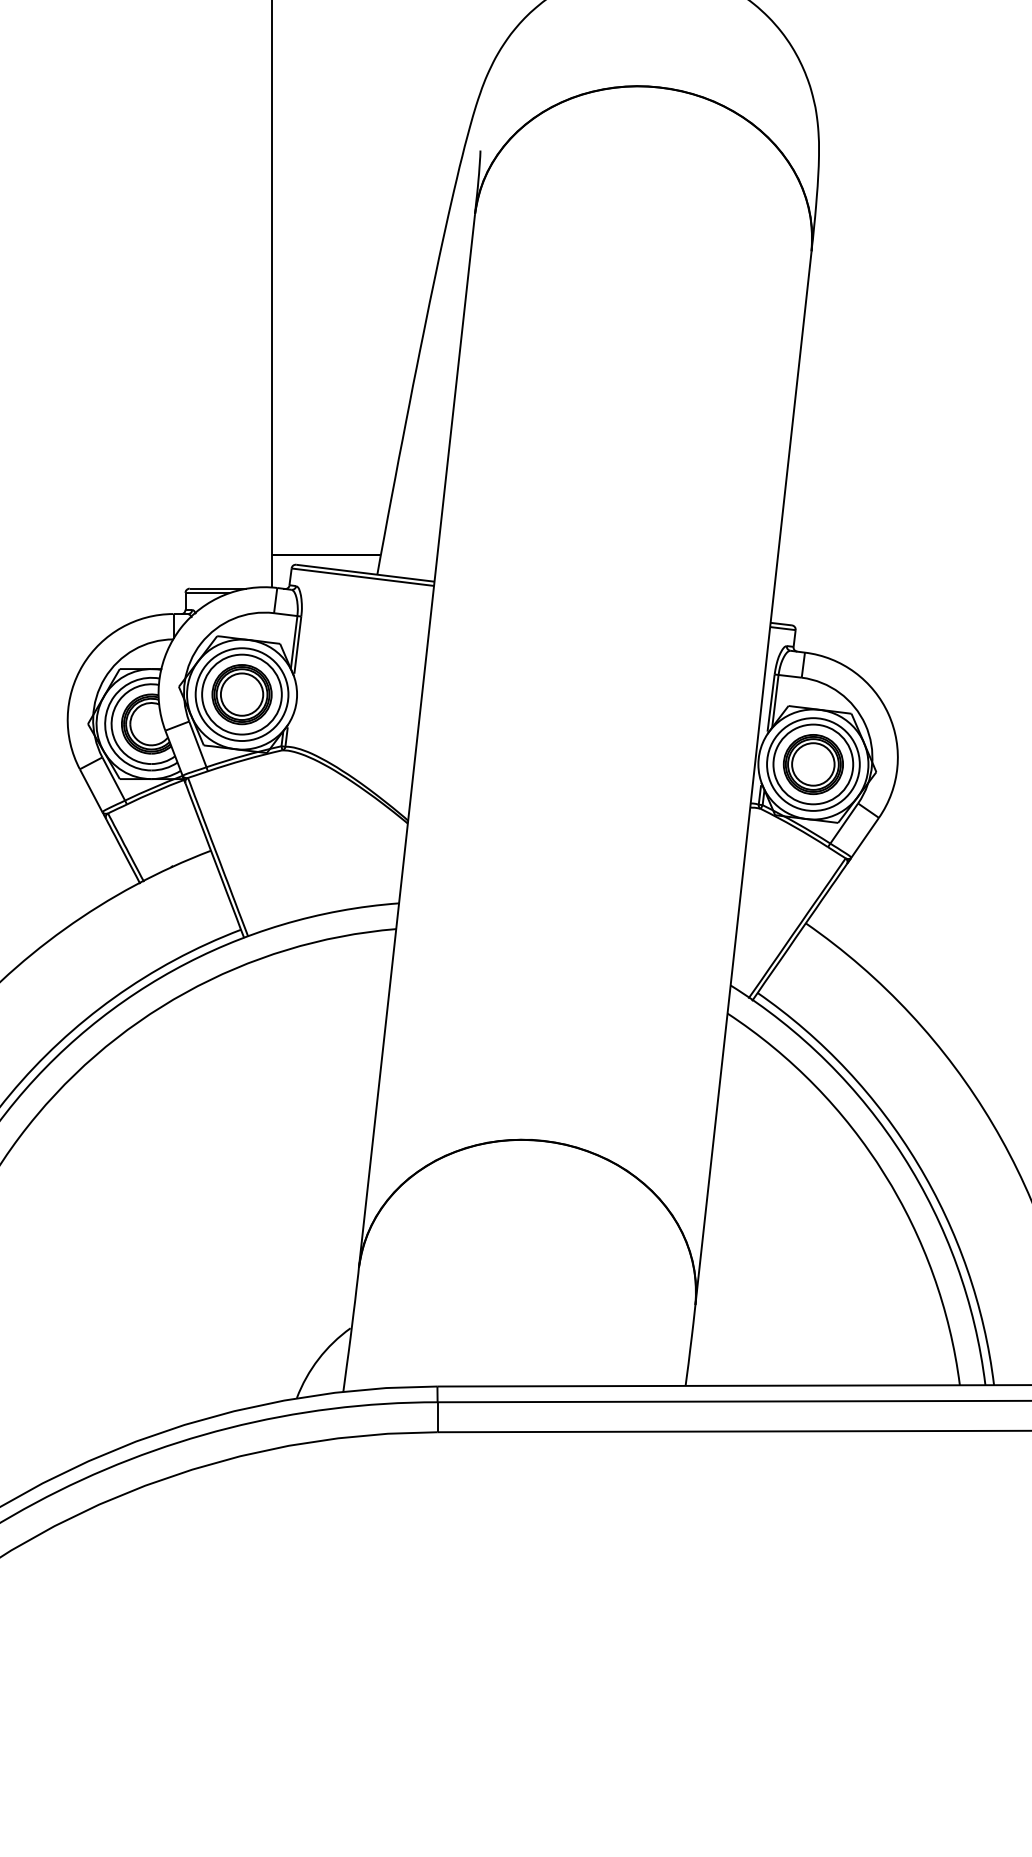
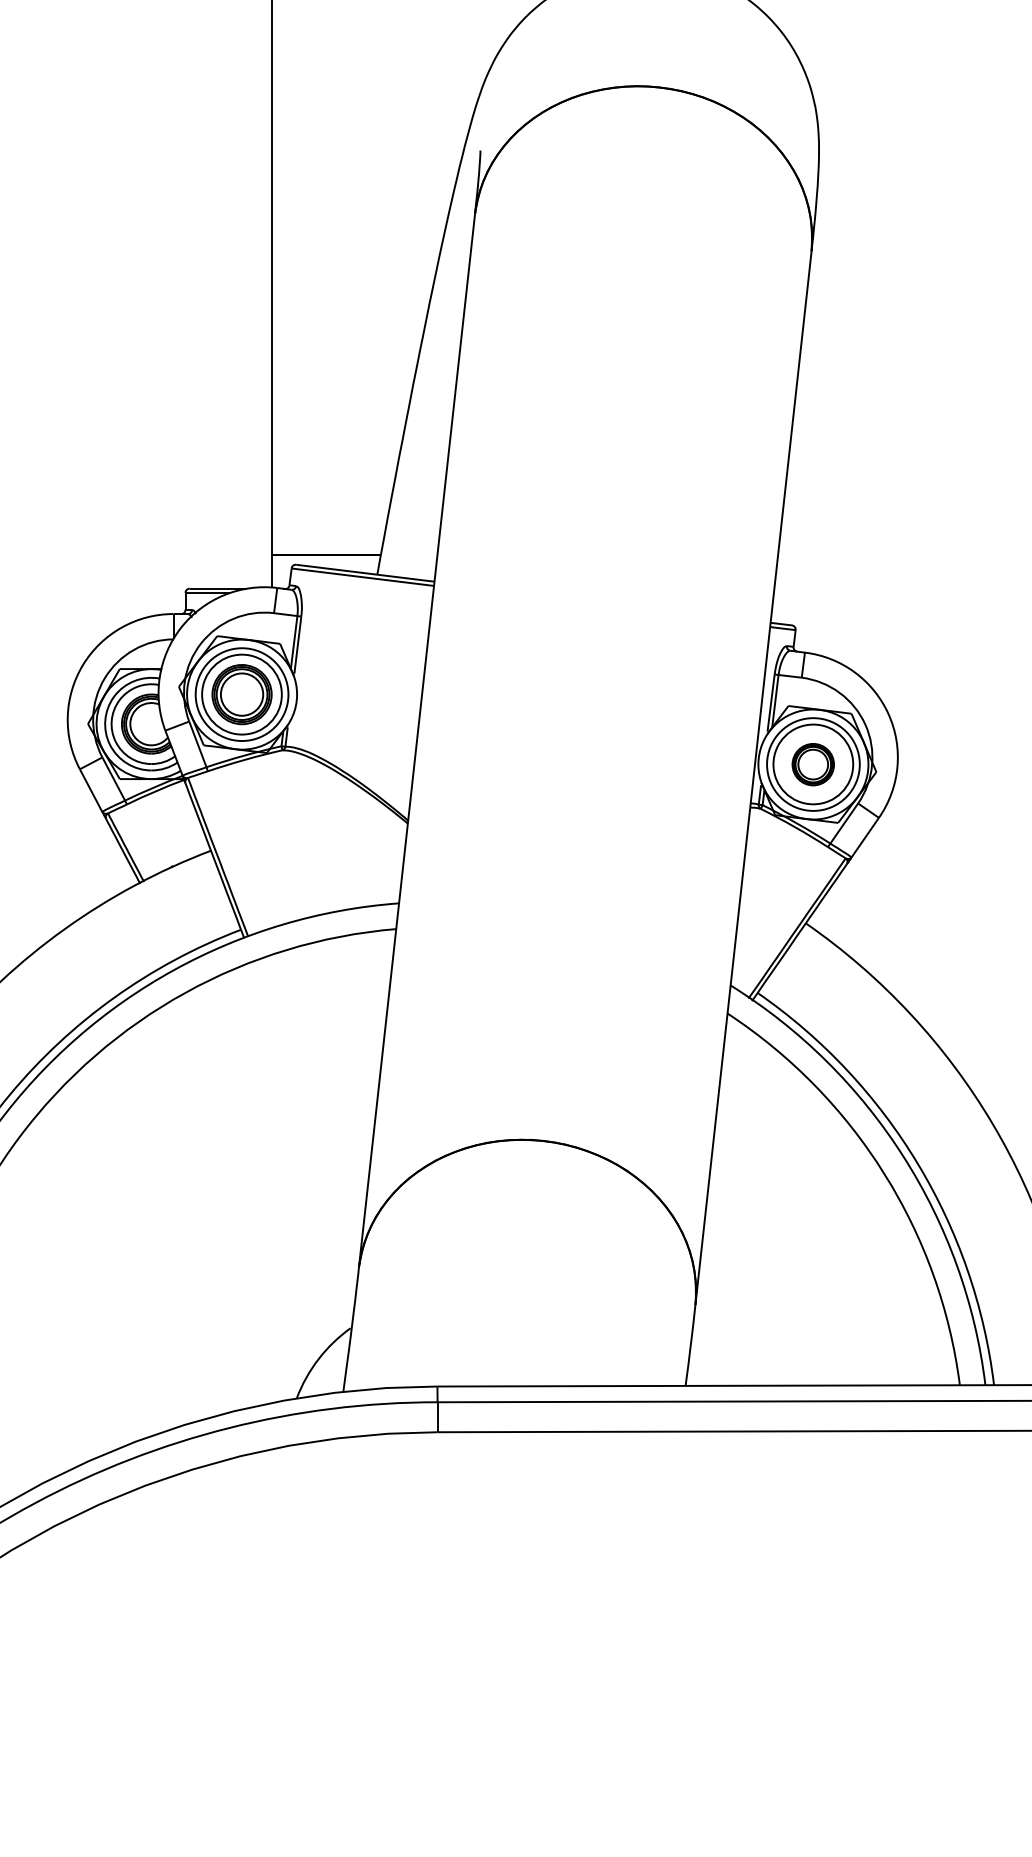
part at (812, 764) size: 62x62 px -> 44x44 px
